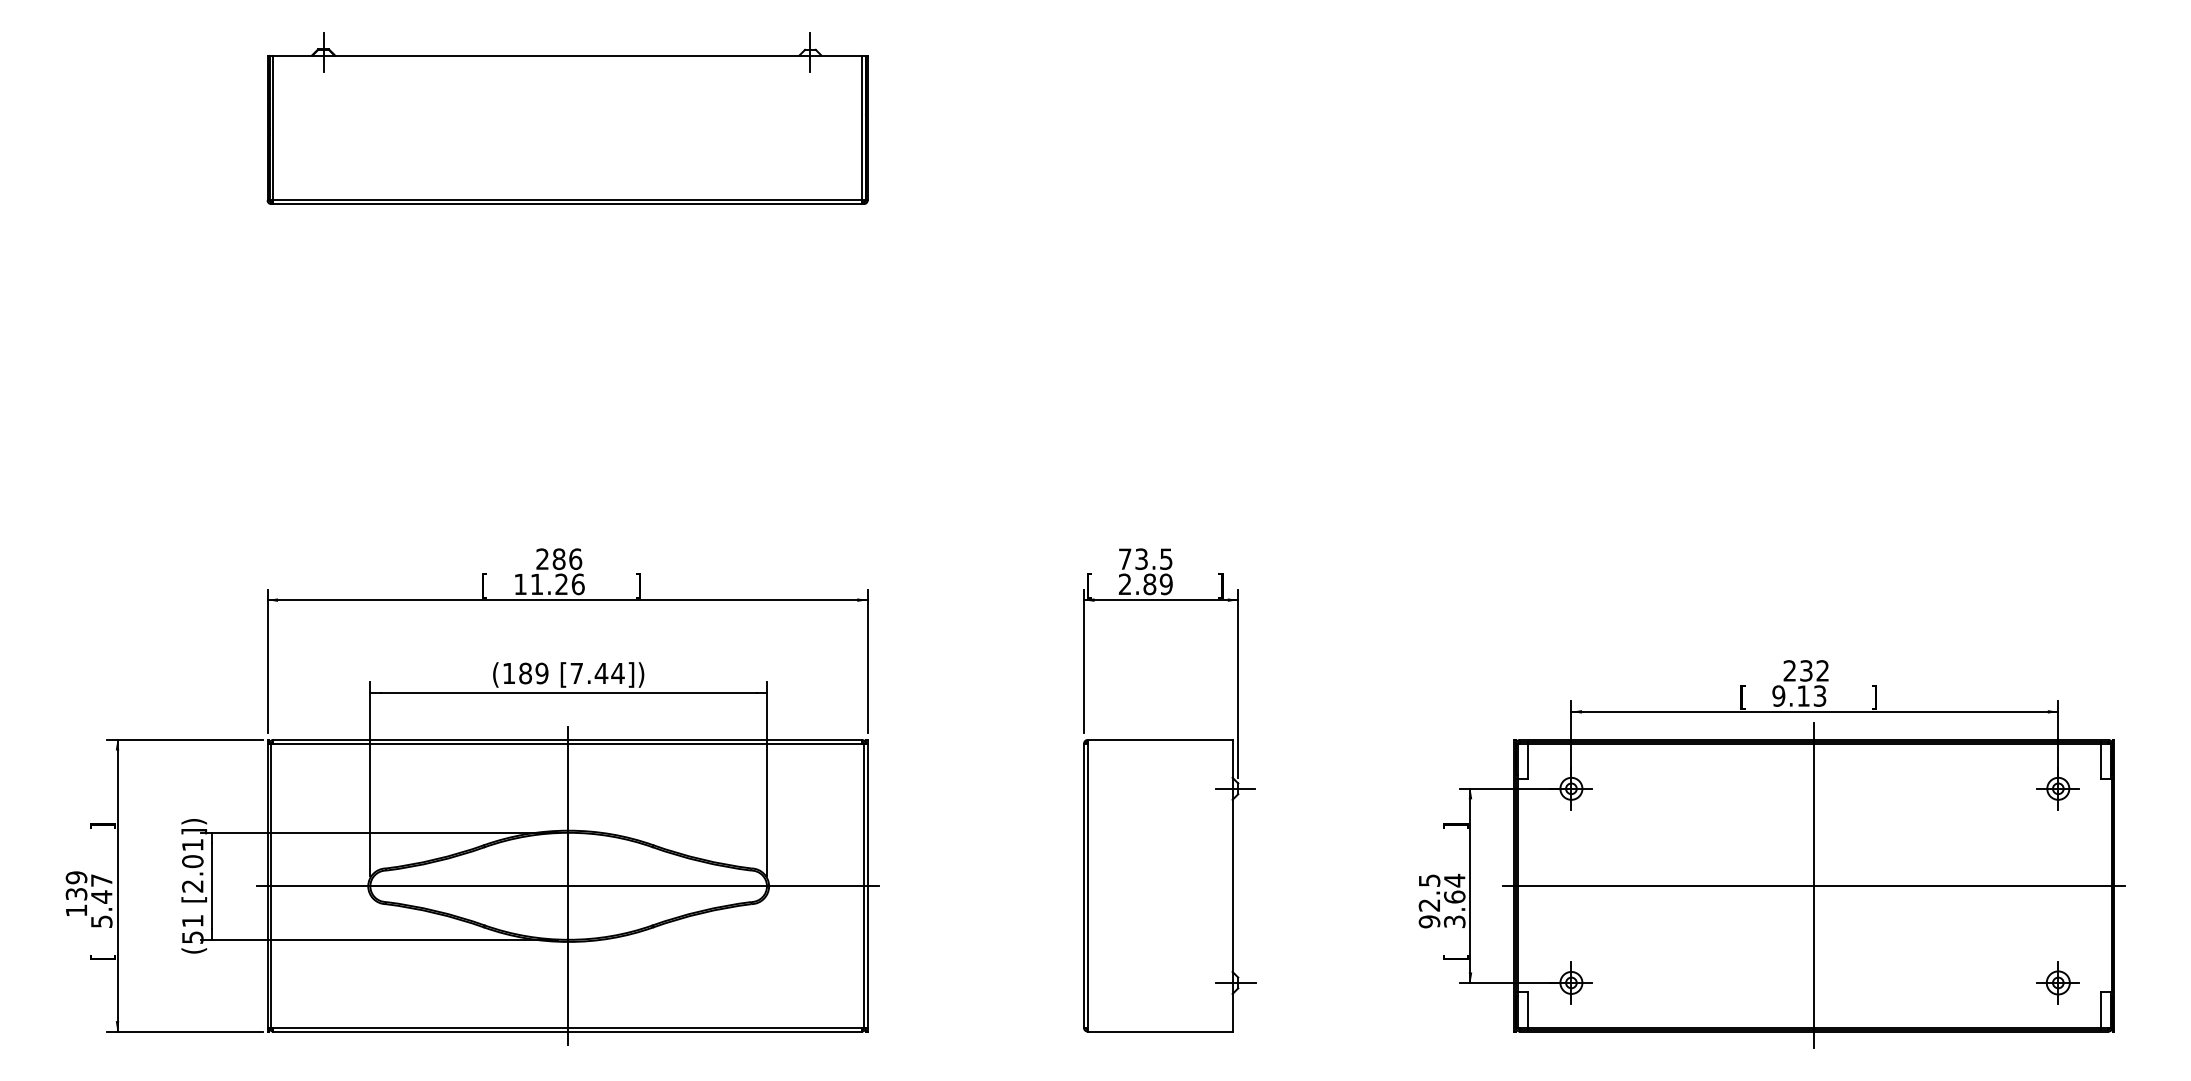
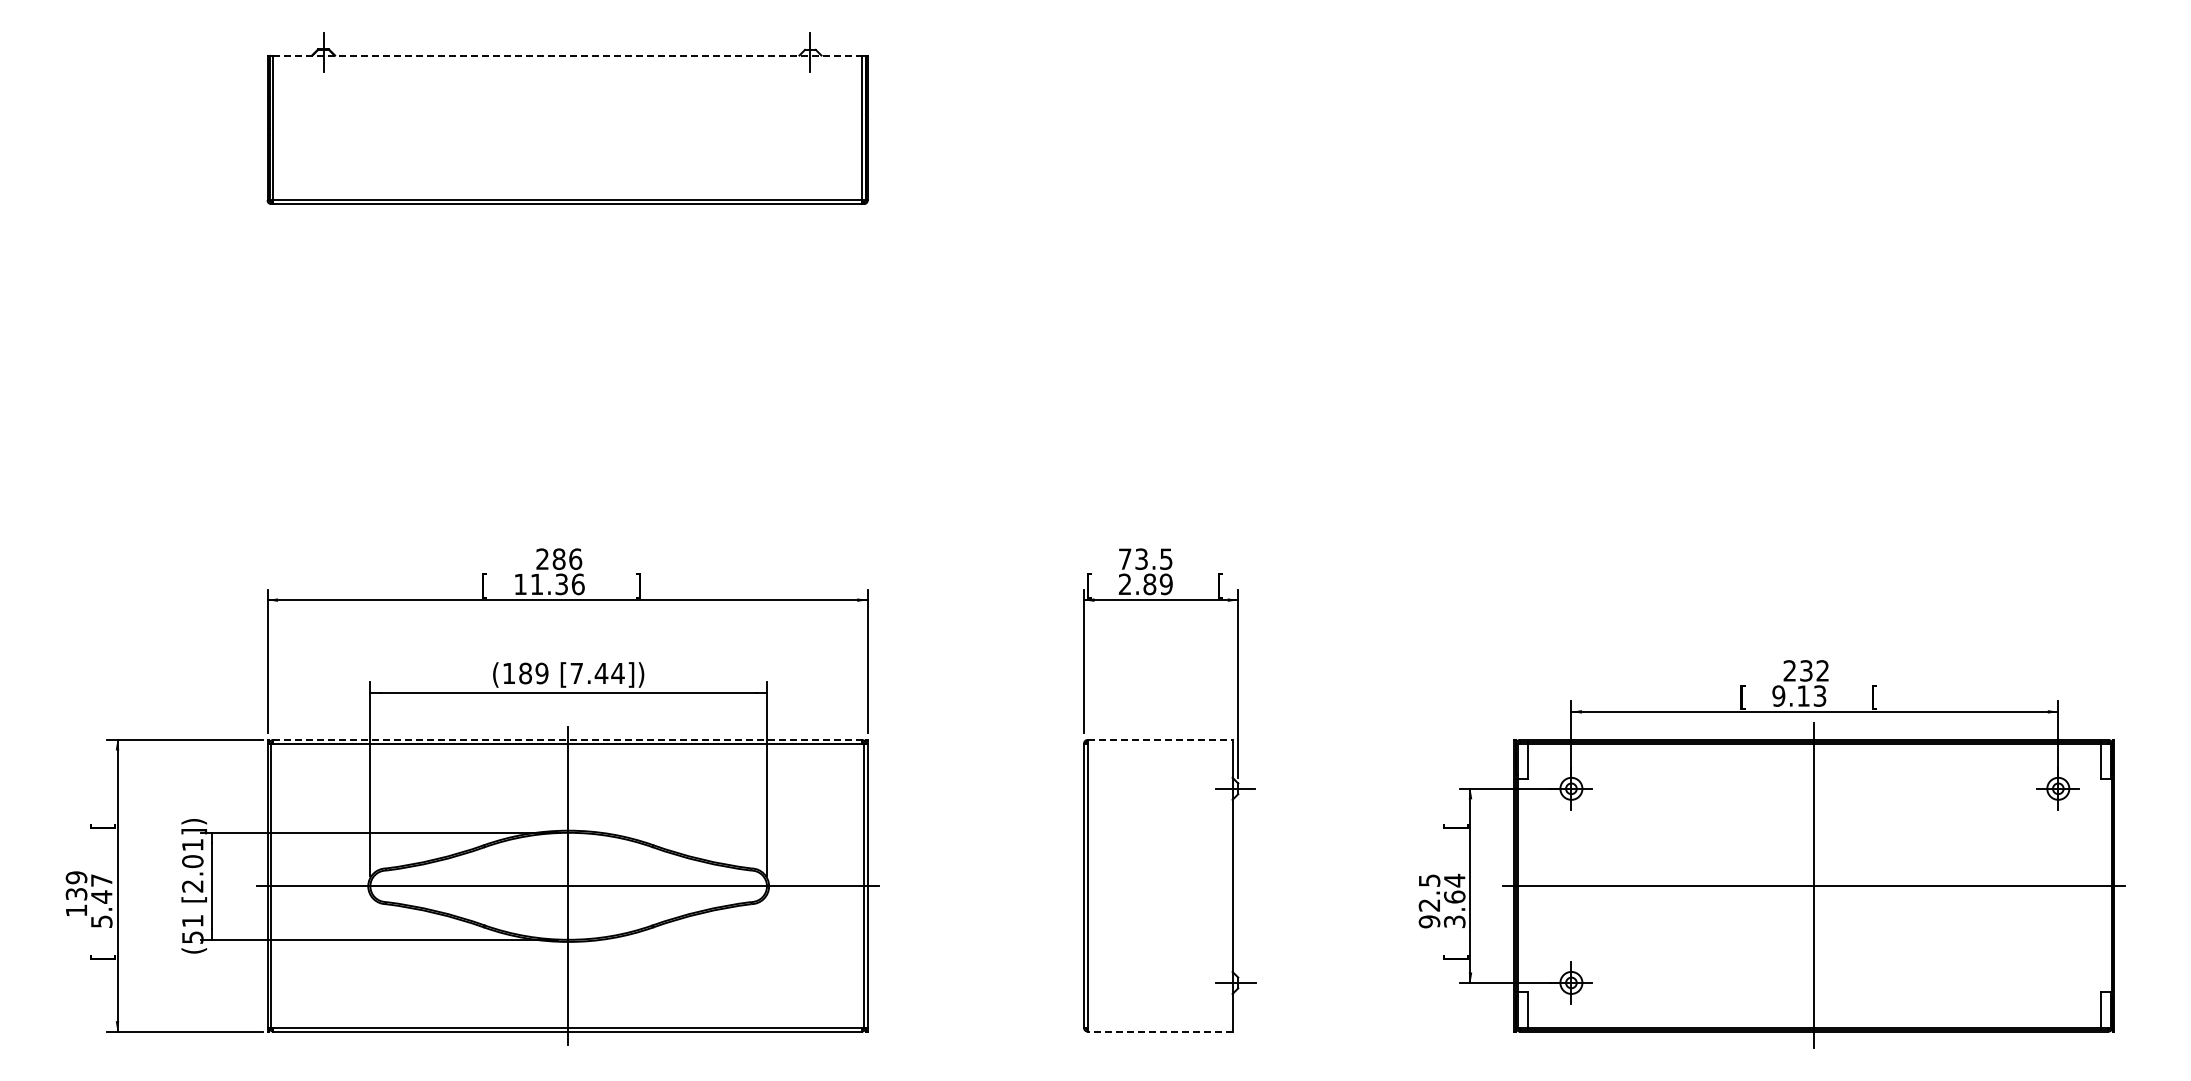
line at (568, 55): solid -> dashed
text at (561, 584): 11.26 -> 11.36
text at (1220, 585): ] -> [
text at (1874, 697): ] -> [
line at (568, 739): solid -> dashed
line at (1160, 739): solid -> dashed
text at (102, 825): ] -> [
text at (1455, 825): ] -> [
part at (2057, 982): present -> none
line at (1159, 1031): solid -> dashed
